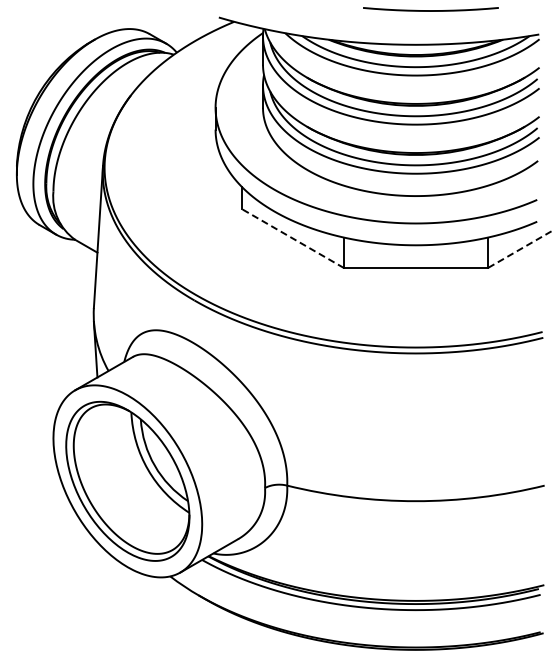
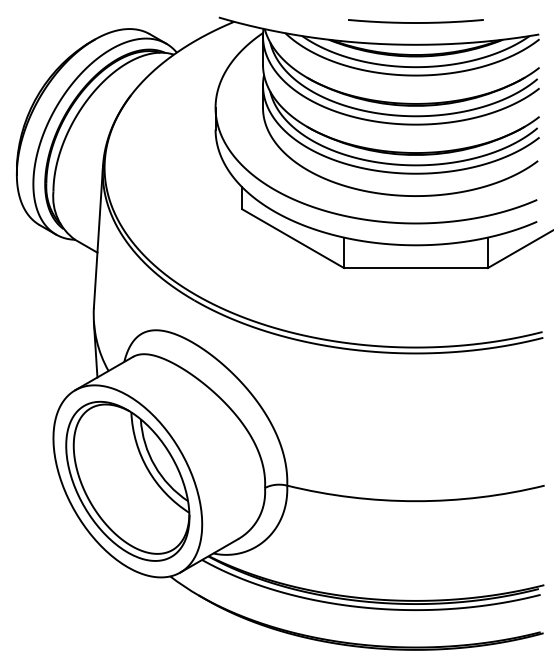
curve at (430, 10) position: (430, 10) -> (415, 22)
line at (293, 238): dashed -> solid
line at (520, 249): dashed -> solid
